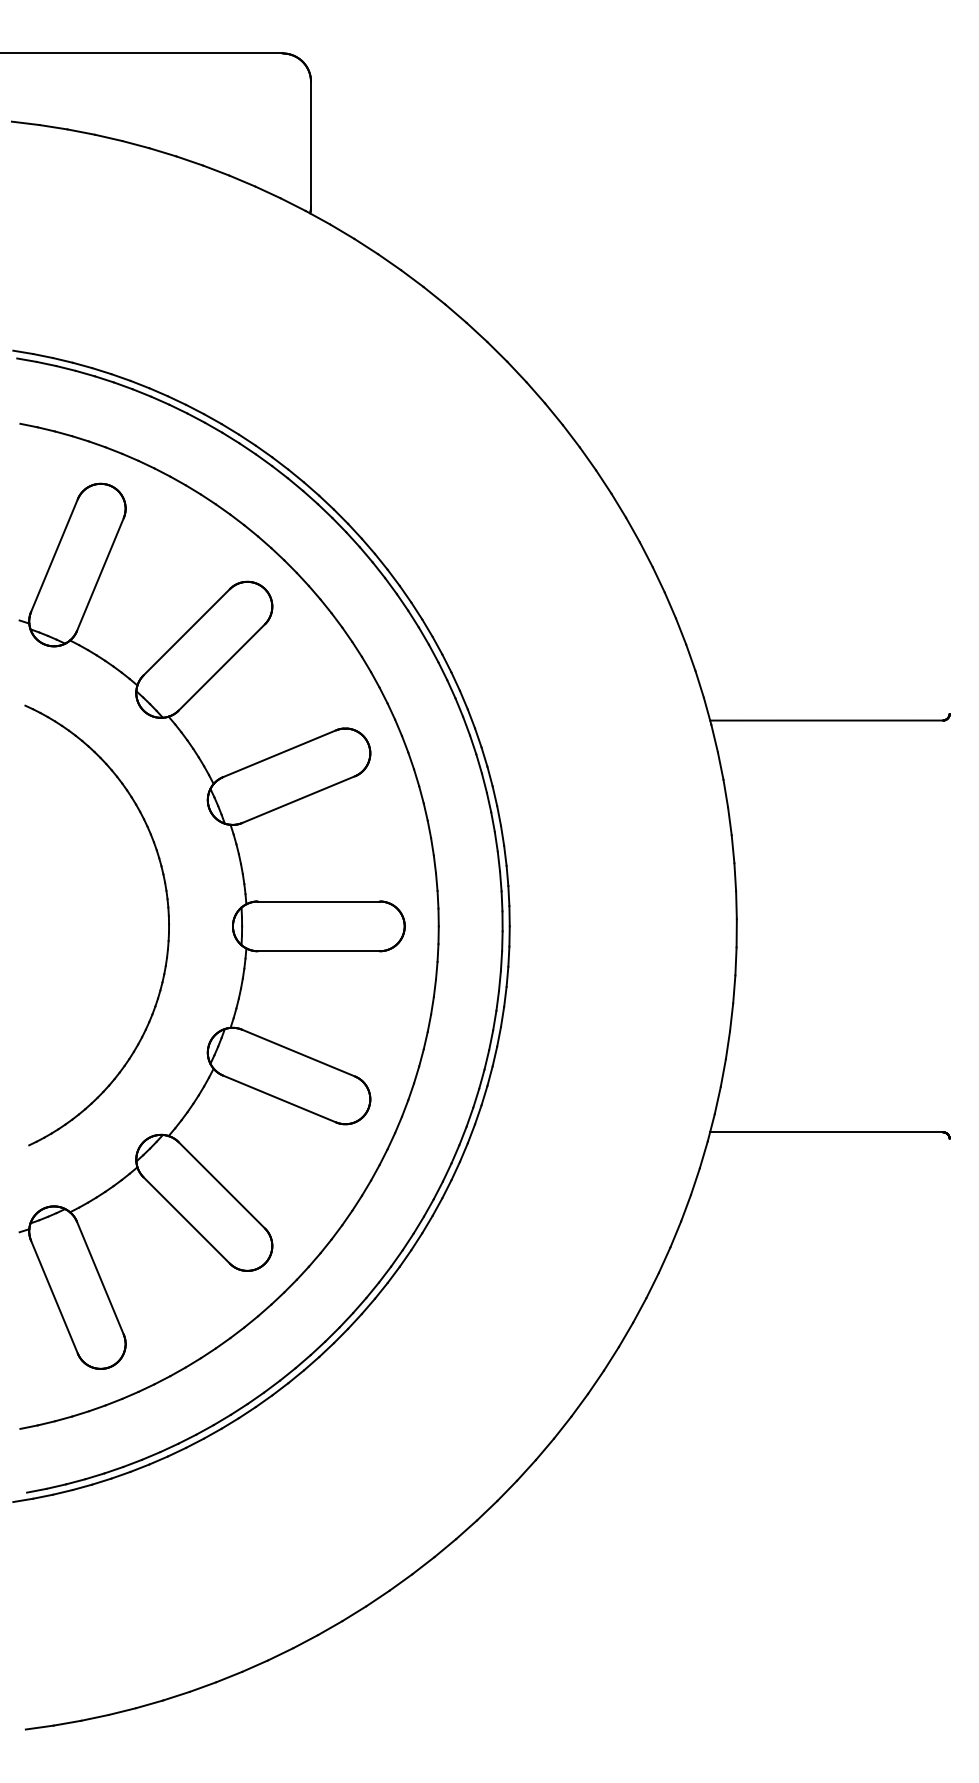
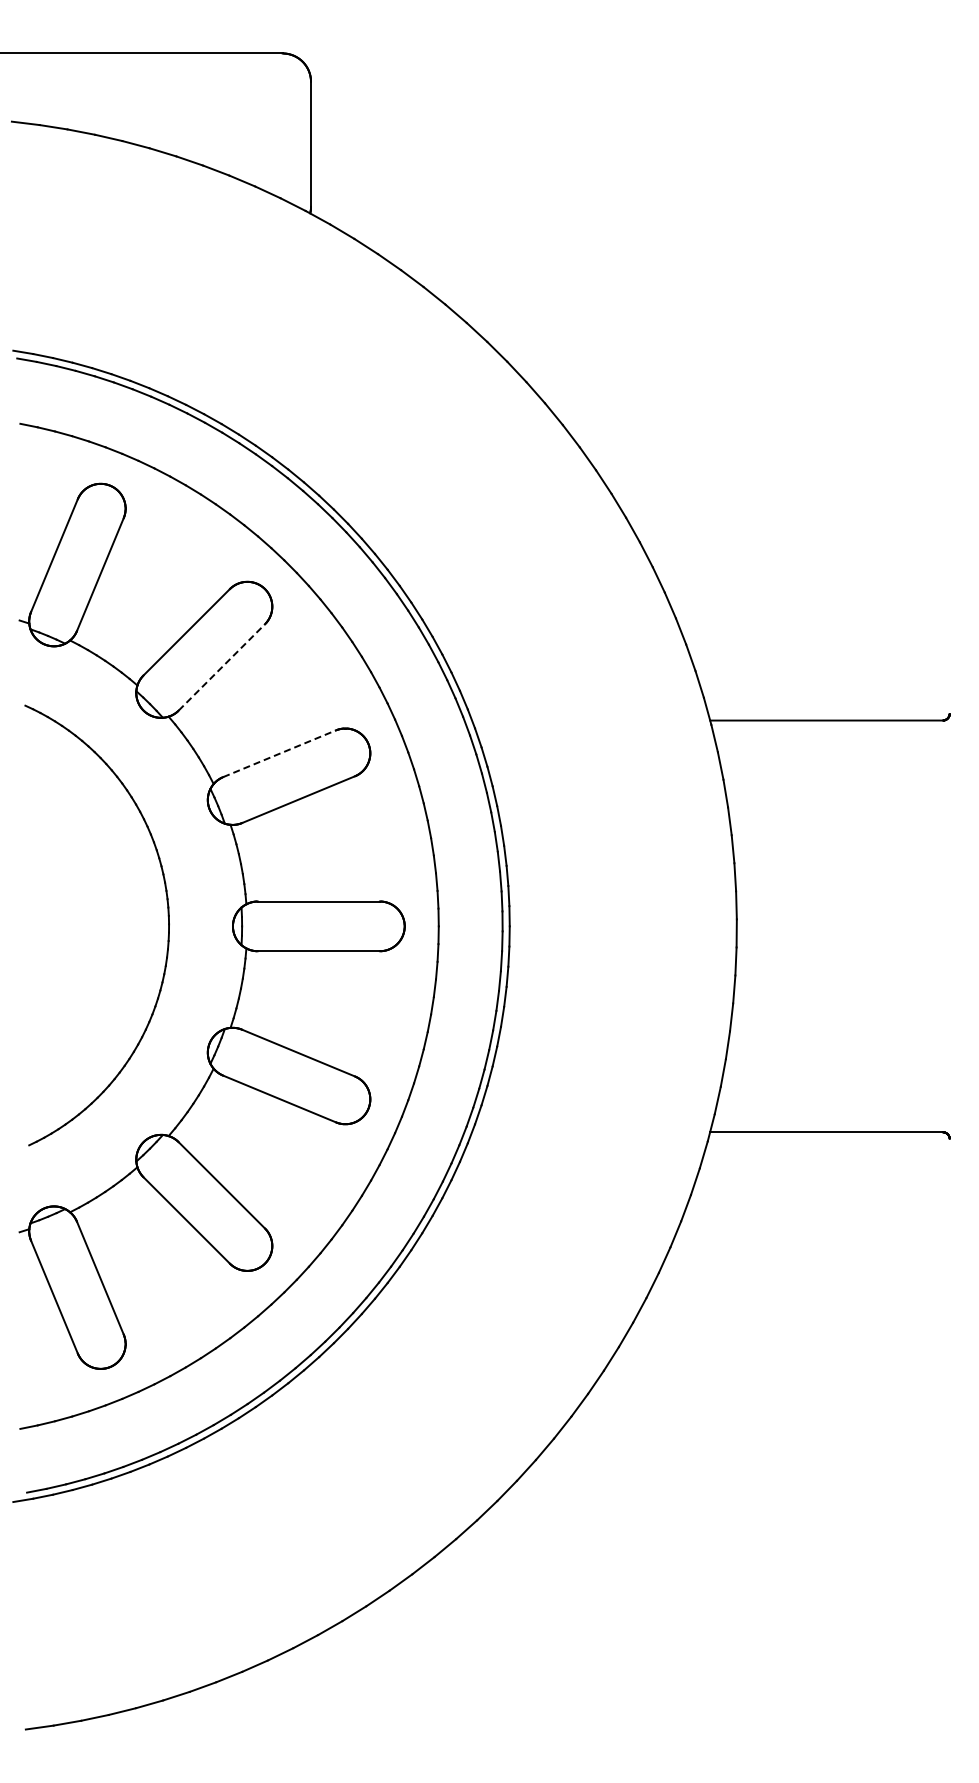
line at (222, 667): solid -> dashed
line at (280, 753): solid -> dashed
